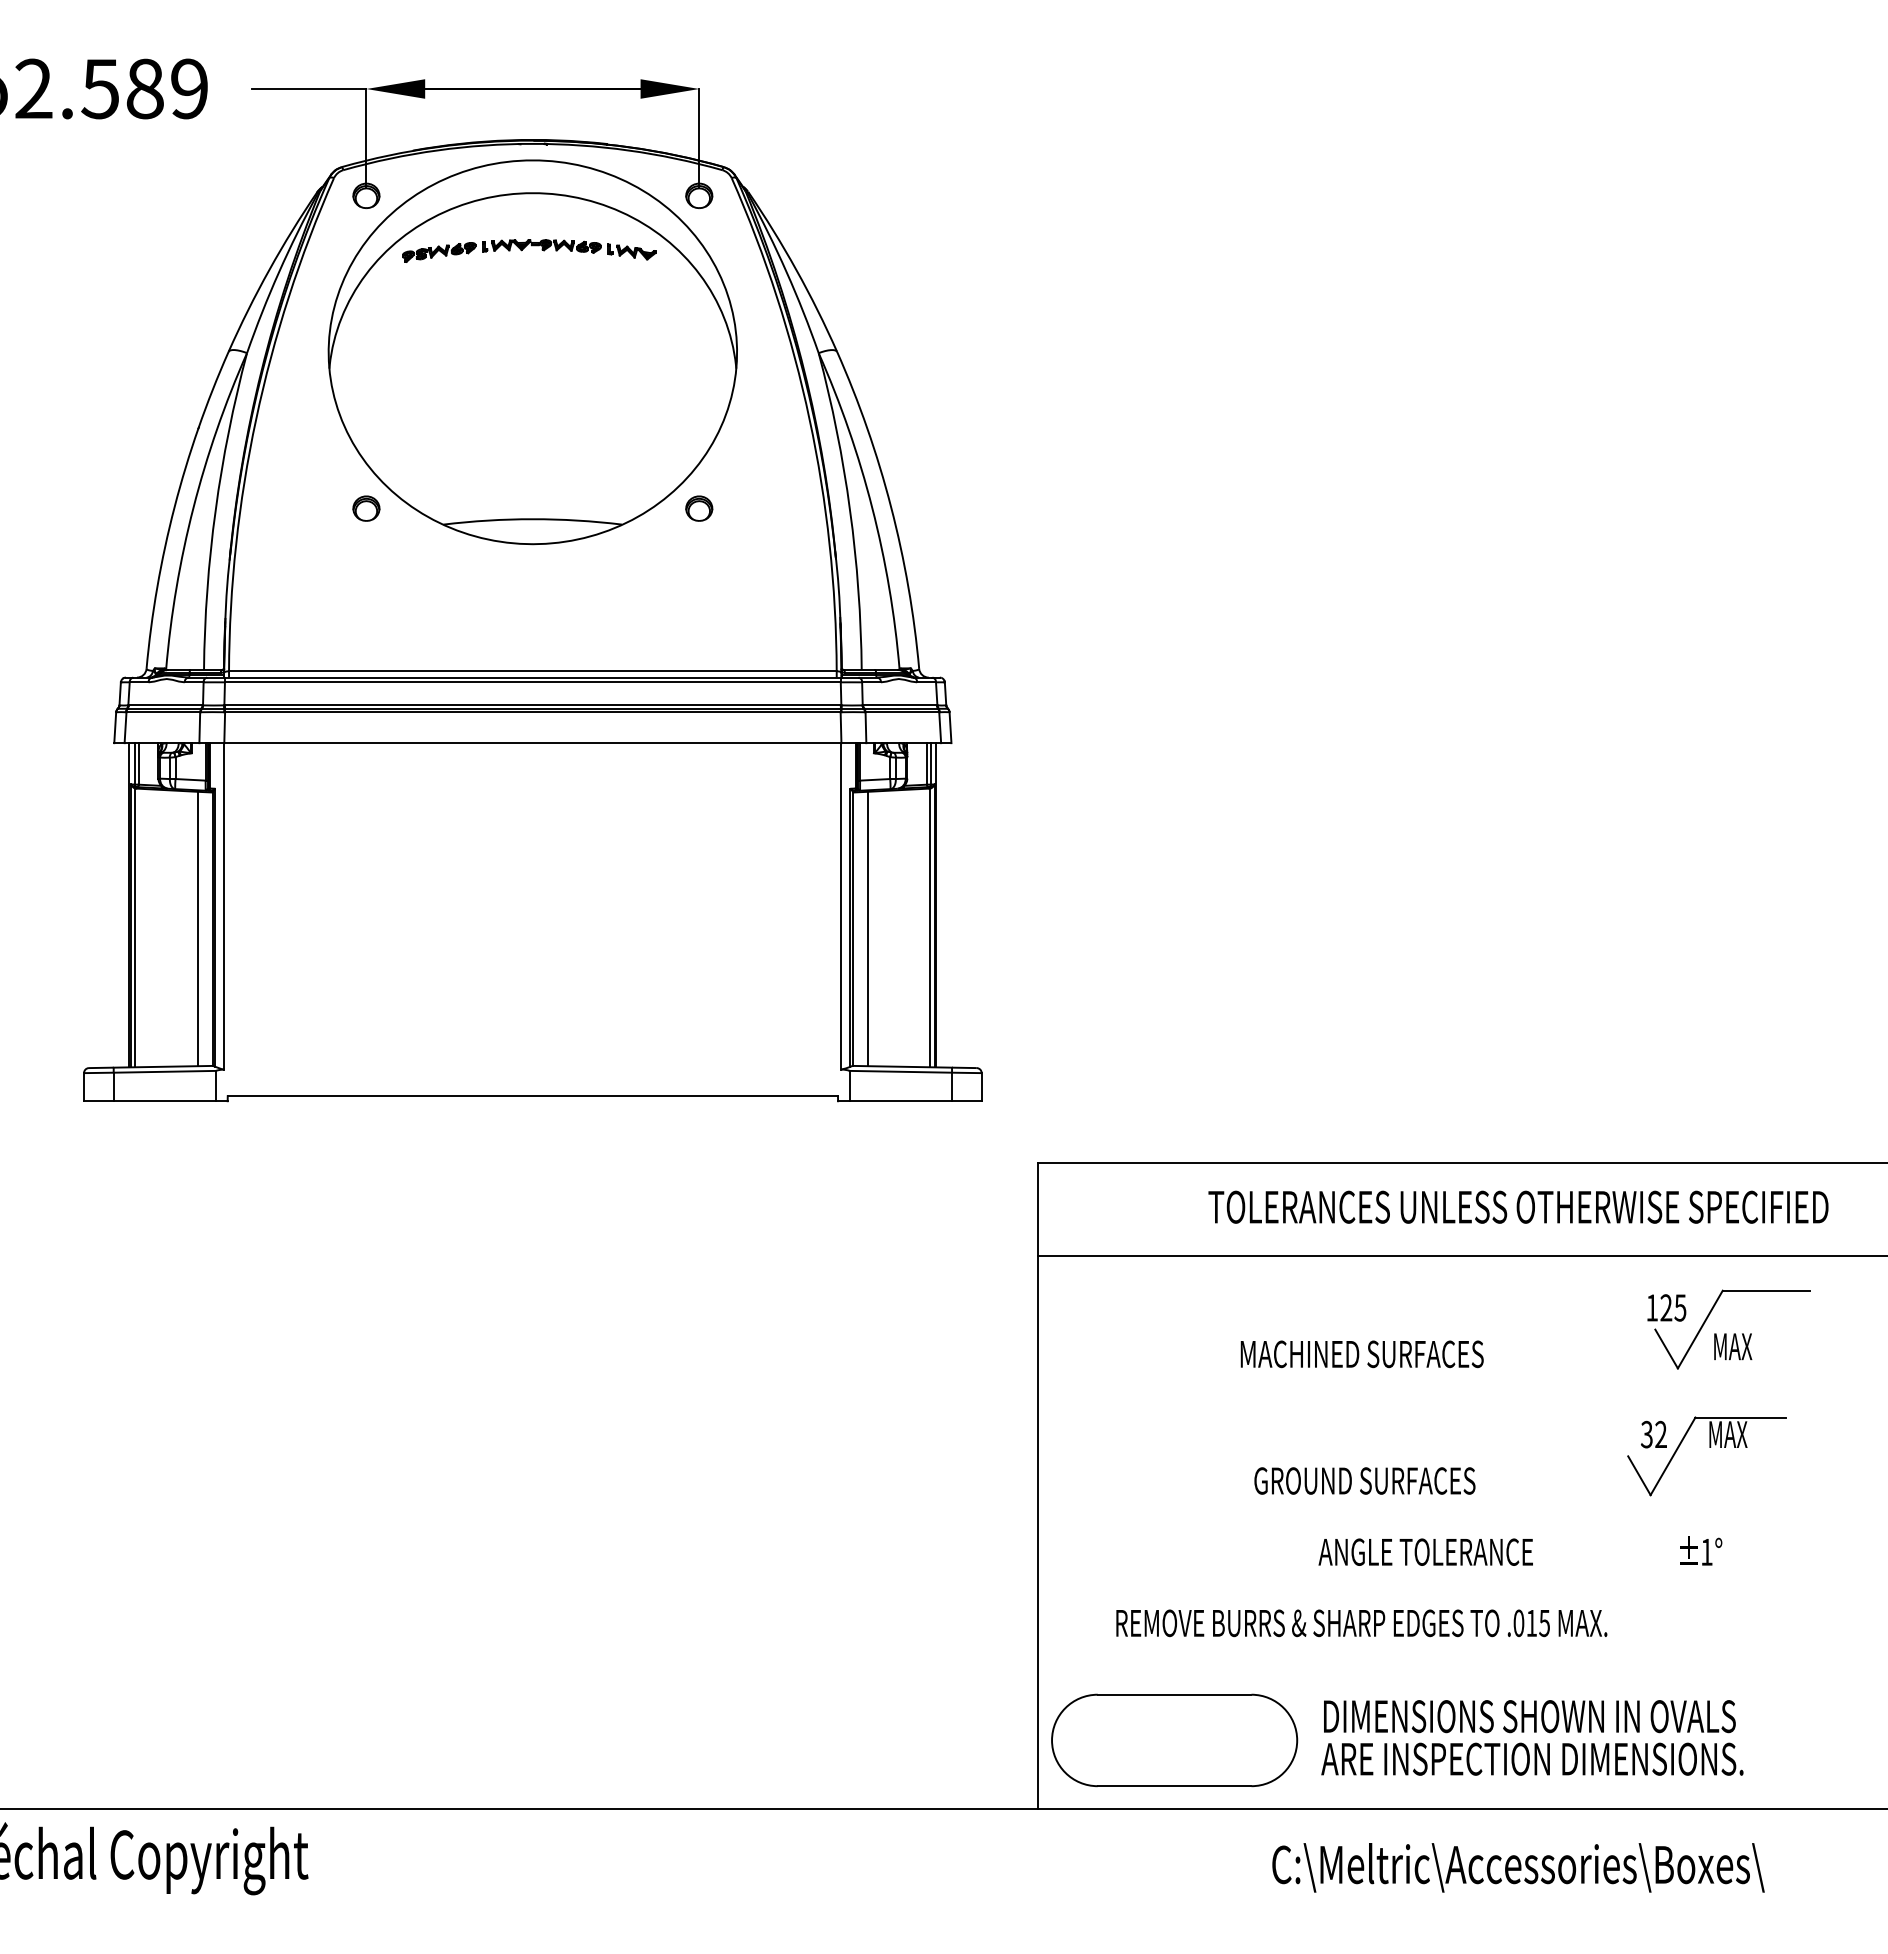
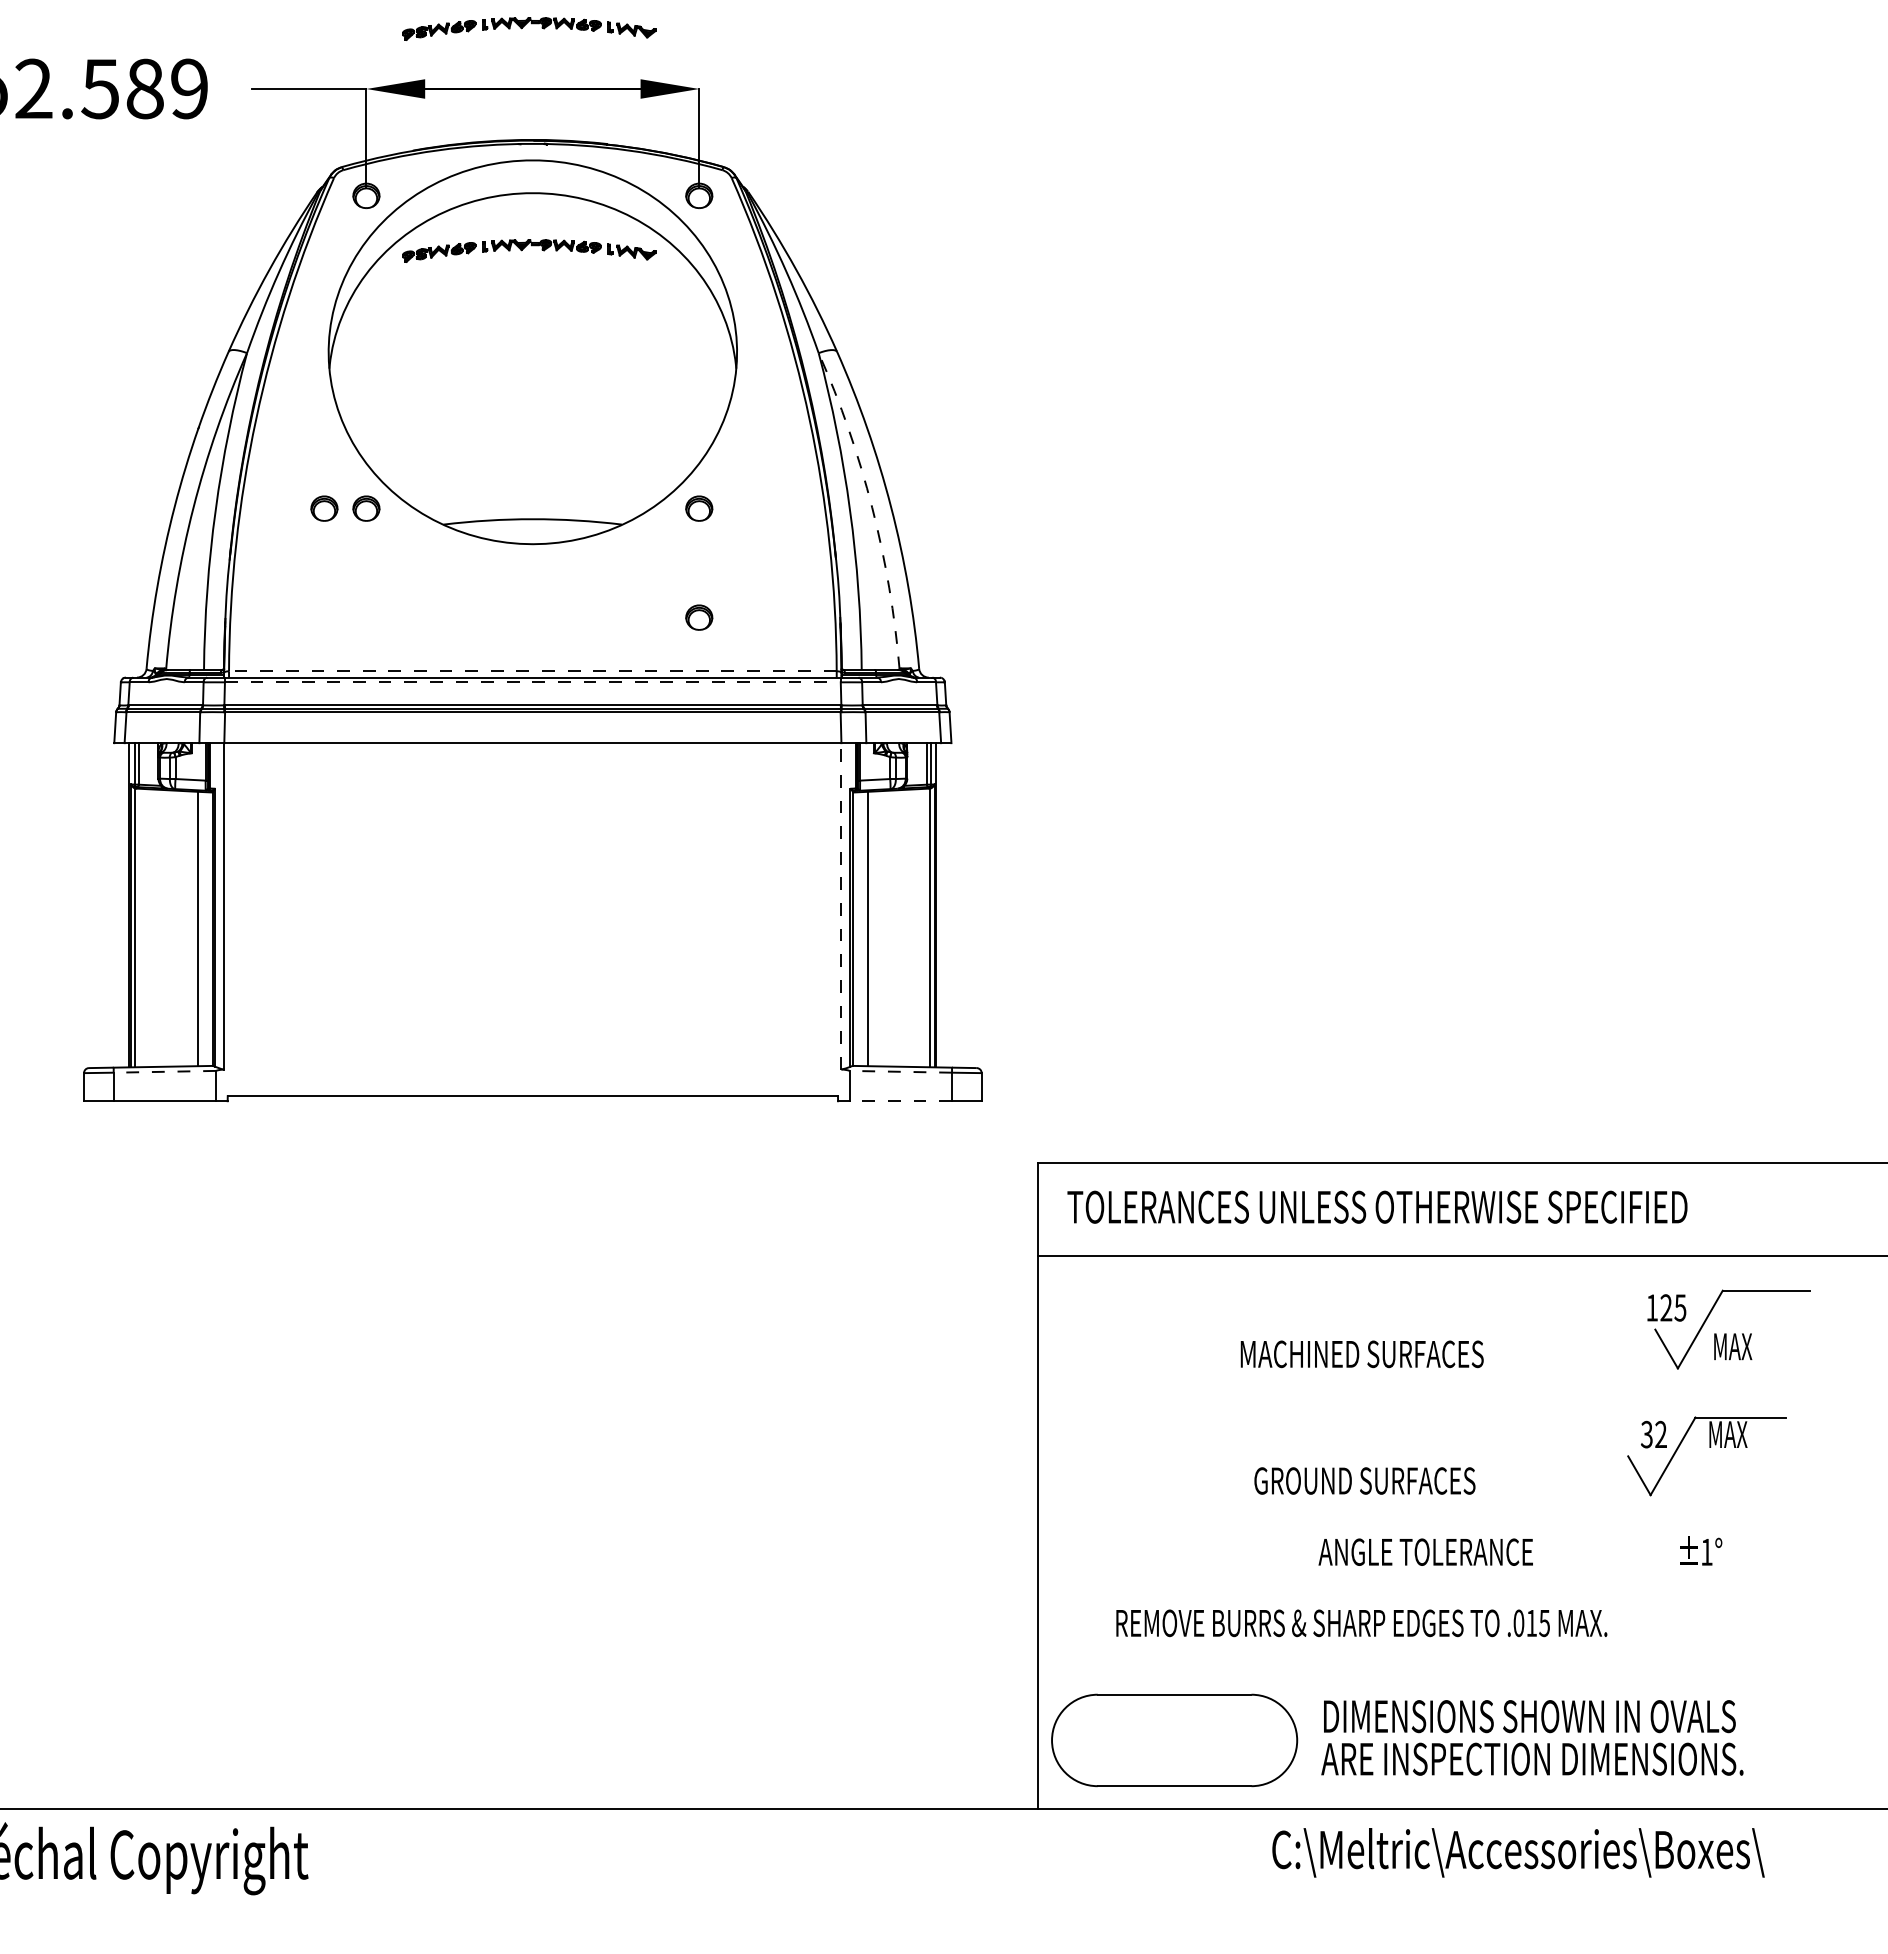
part at (529, 28): none -> present
arc at (872, 507): solid -> dashed
part at (324, 508): none -> present
part at (699, 617): none -> present
line at (532, 671): solid -> dashed
line at (532, 682): solid -> dashed
line at (841, 905): solid -> dashed
line at (164, 1071): solid -> dashed
line at (900, 1071): solid -> dashed
line at (900, 1101): solid -> dashed
text at (1518, 1206) position: (1518, 1206) -> (1377, 1206)
text at (1518, 1867) position: (1518, 1867) -> (1518, 1852)
